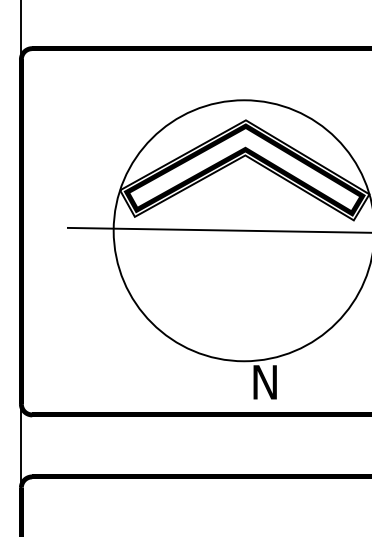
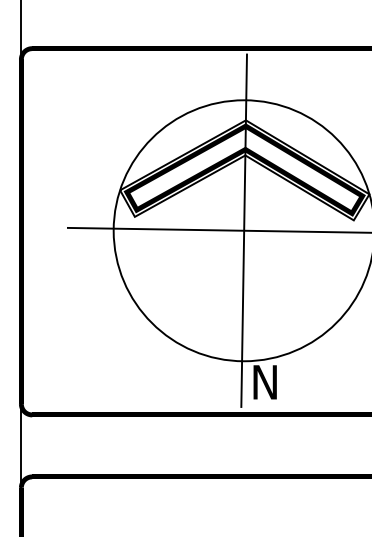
line at (243, 230): none -> present
